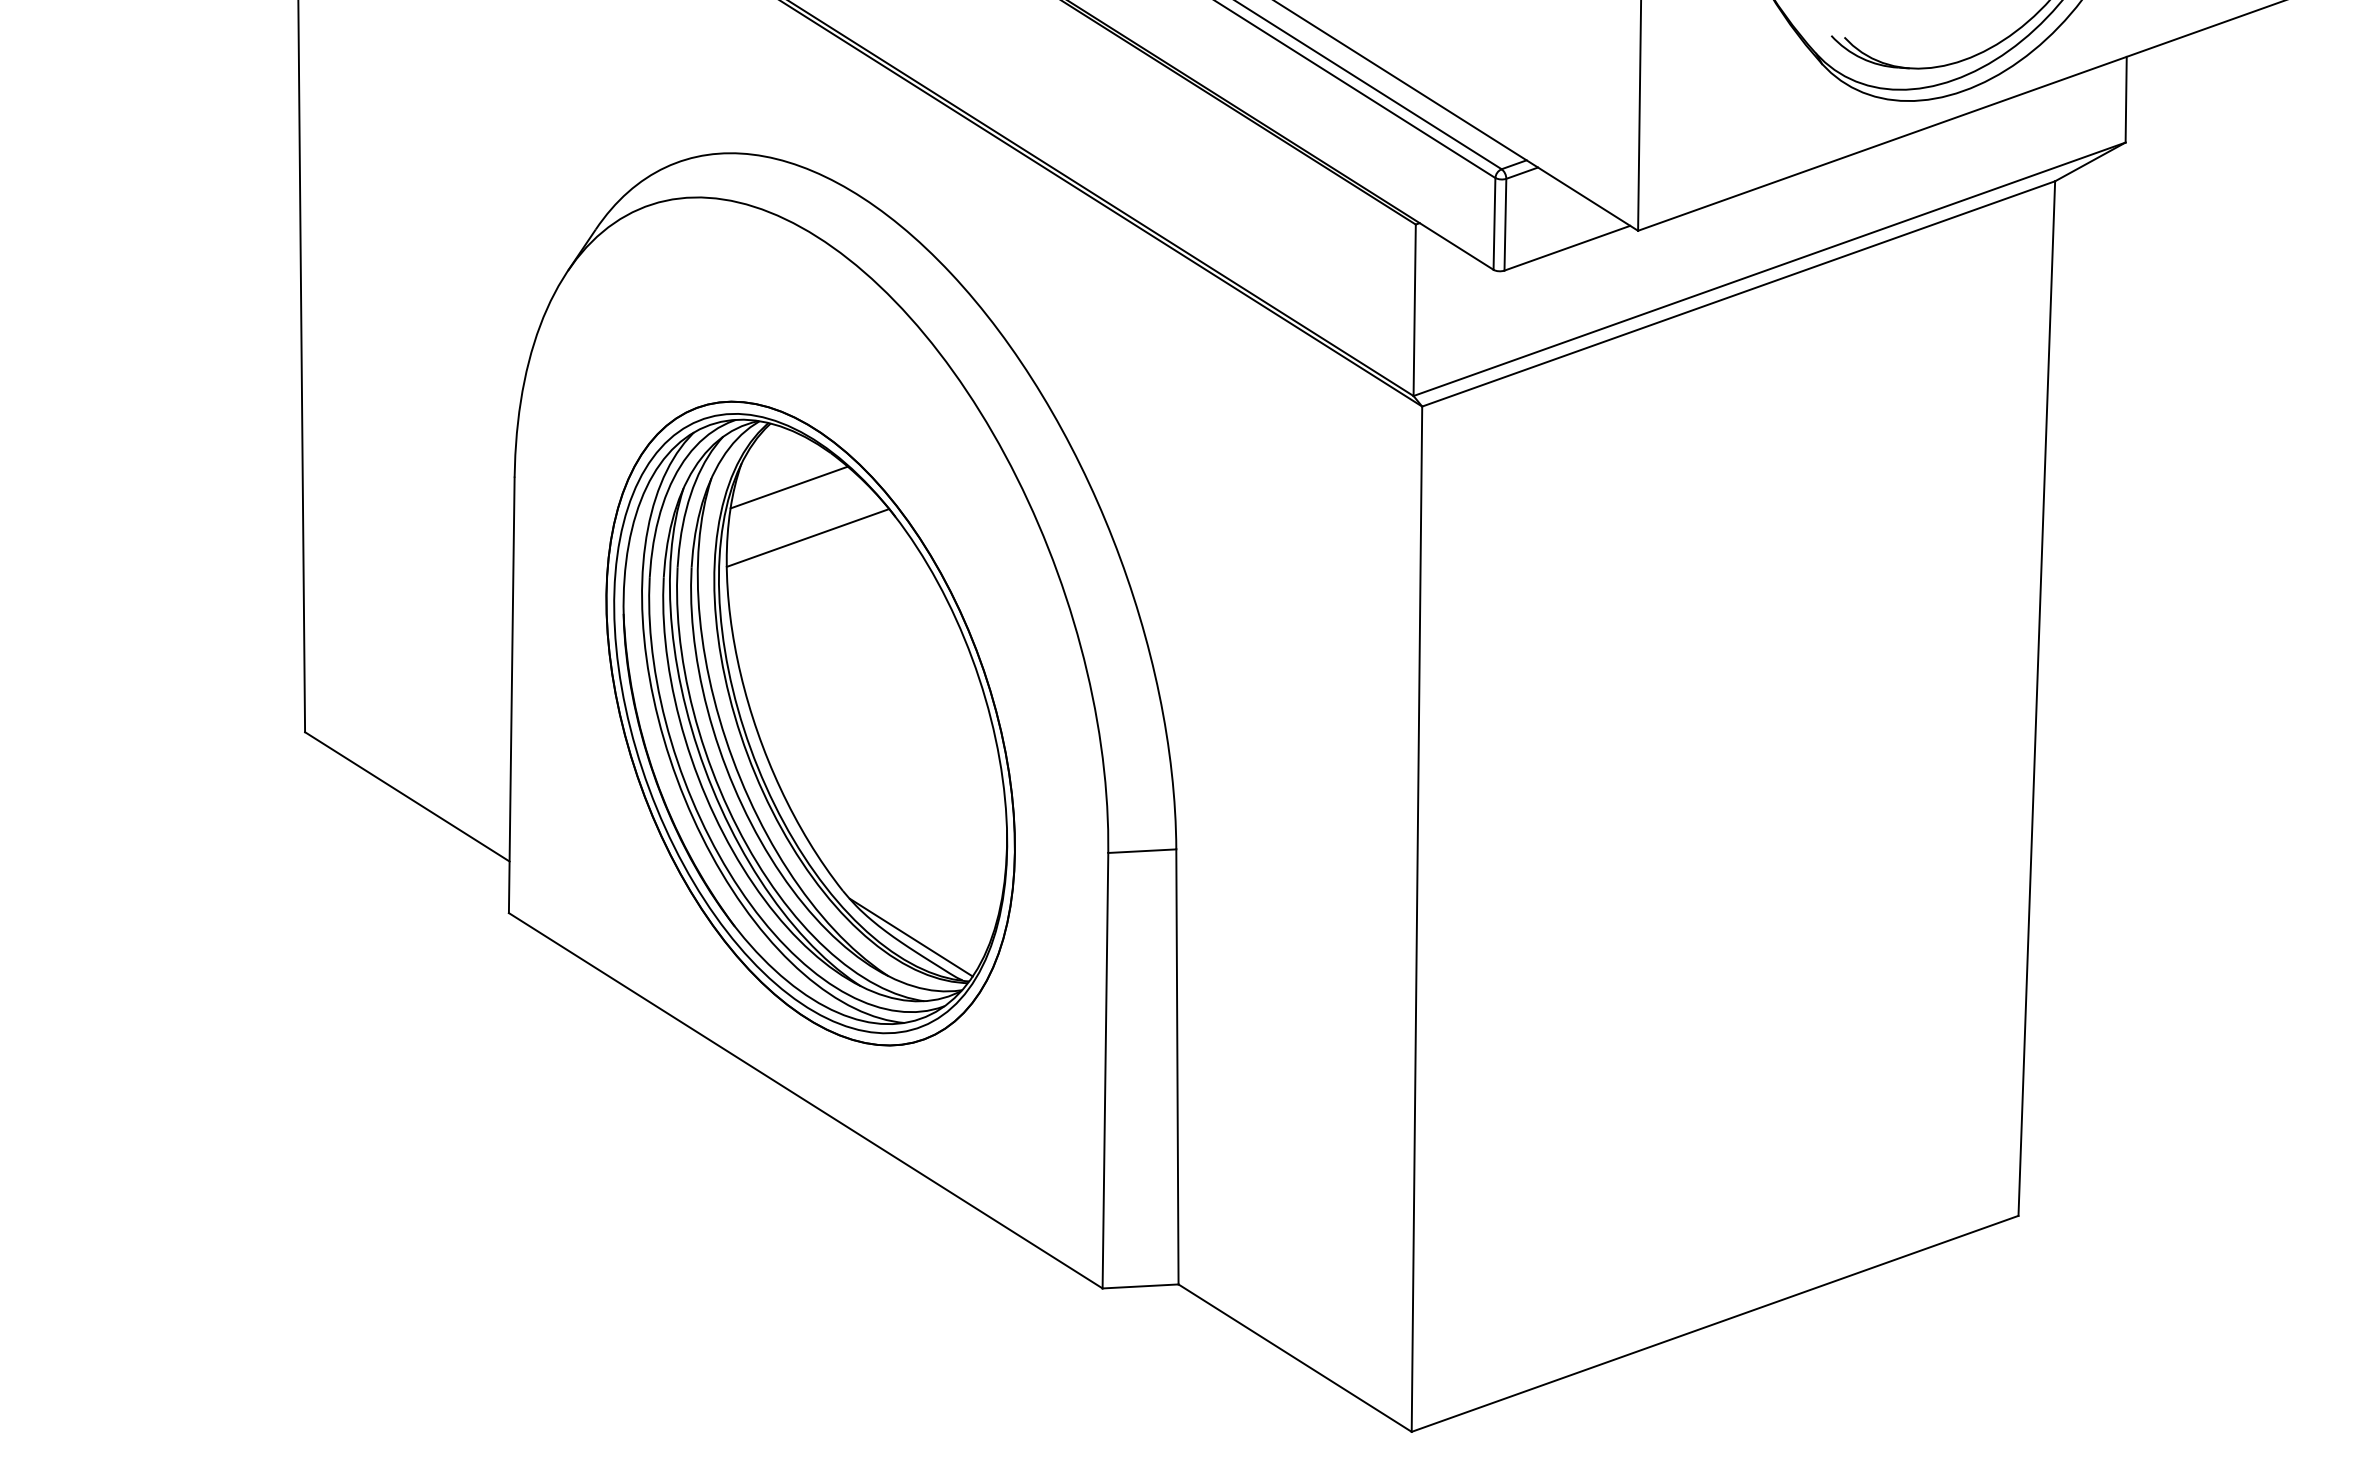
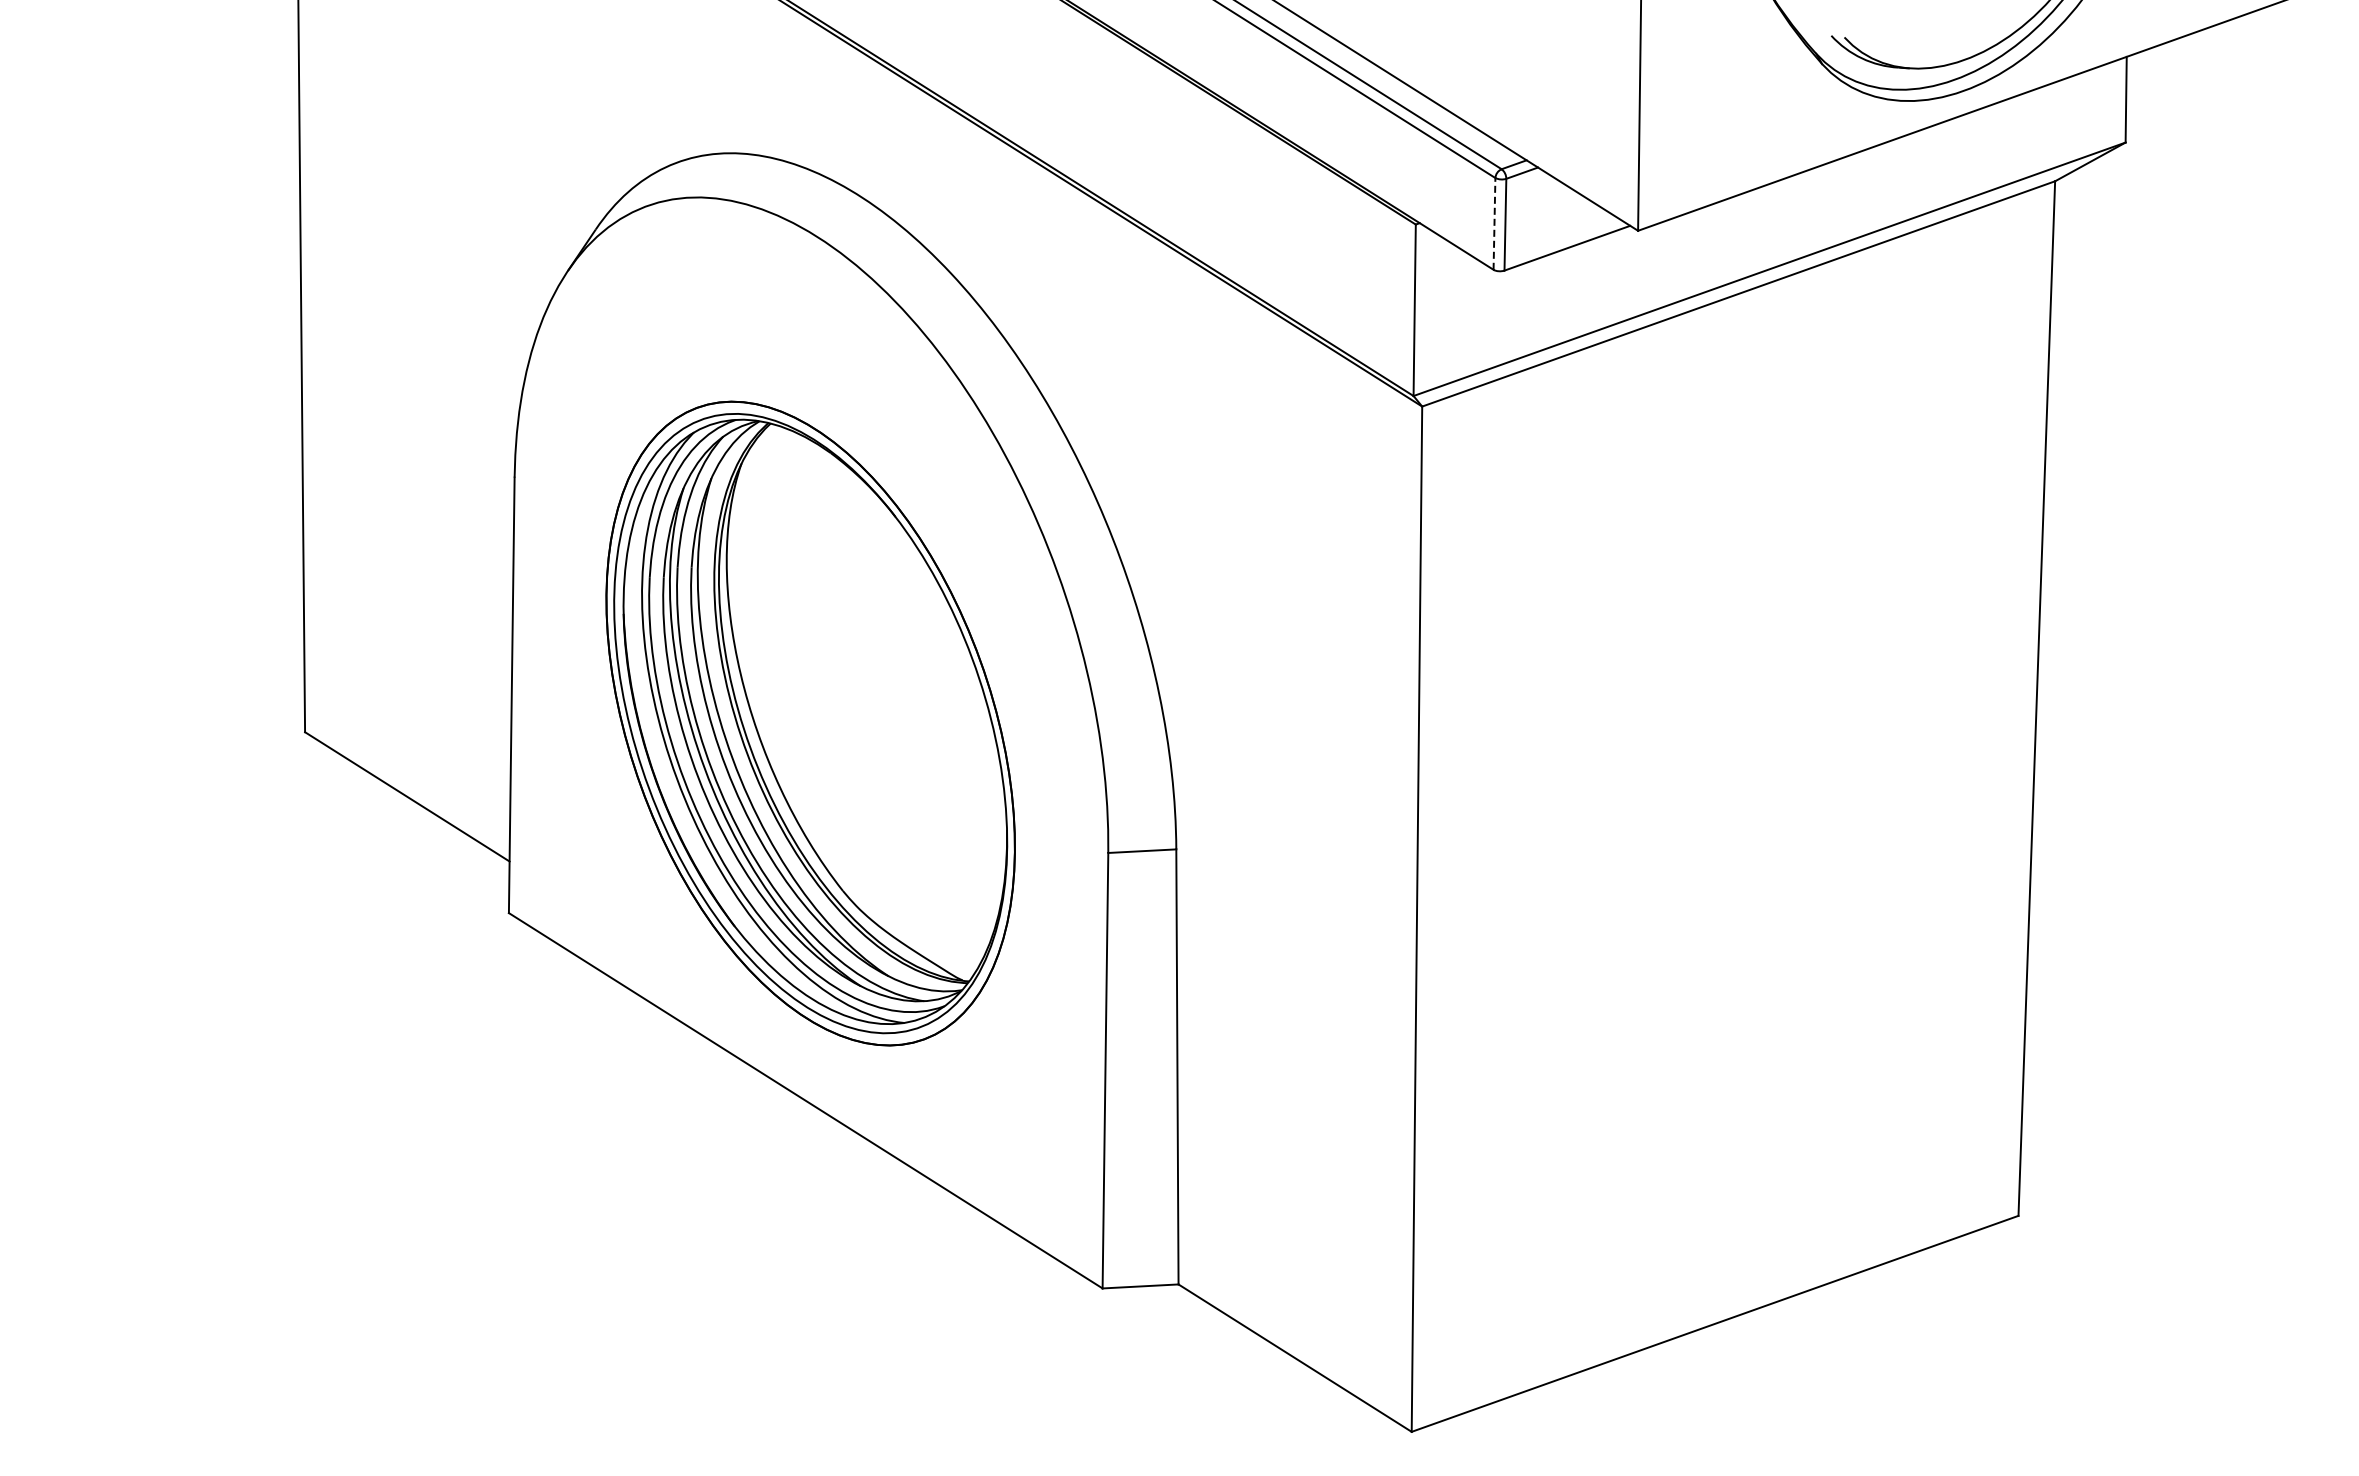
line at (1494, 223): solid -> dashed
line at (788, 487): present -> none
line at (807, 537): present -> none
line at (911, 937): present -> none
